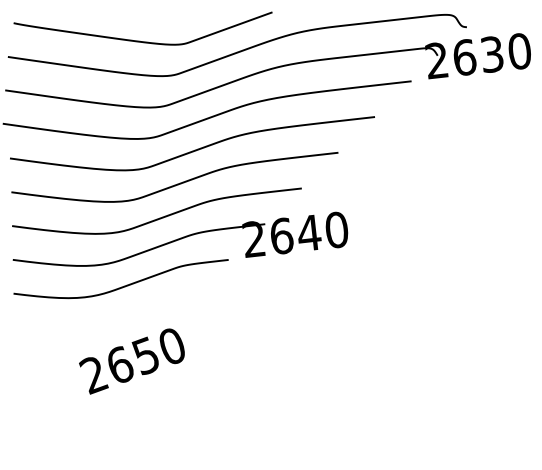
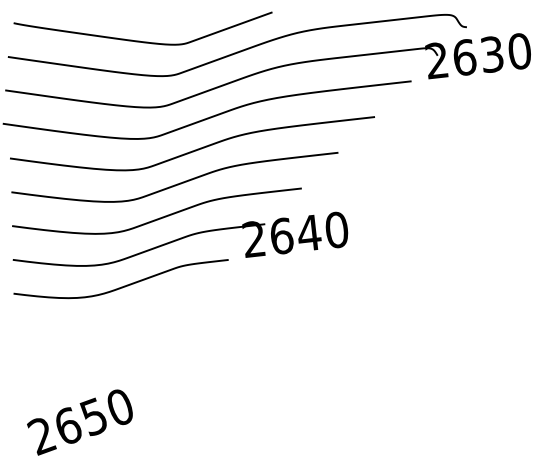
text at (131, 361) position: (131, 361) -> (79, 422)
